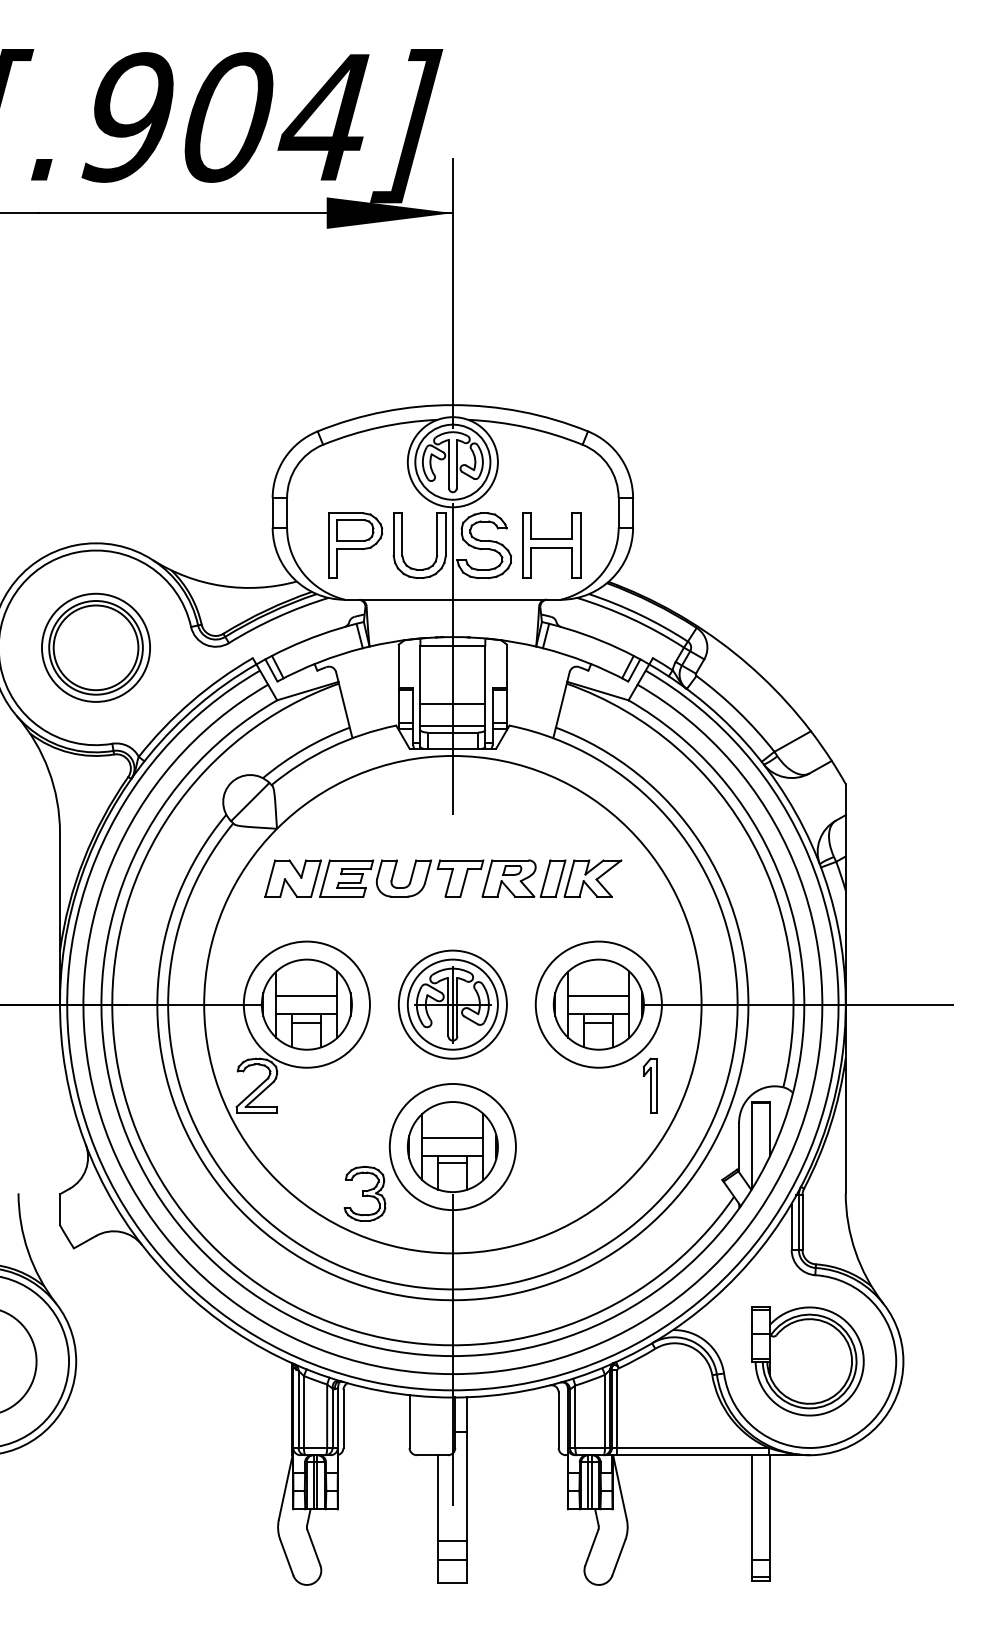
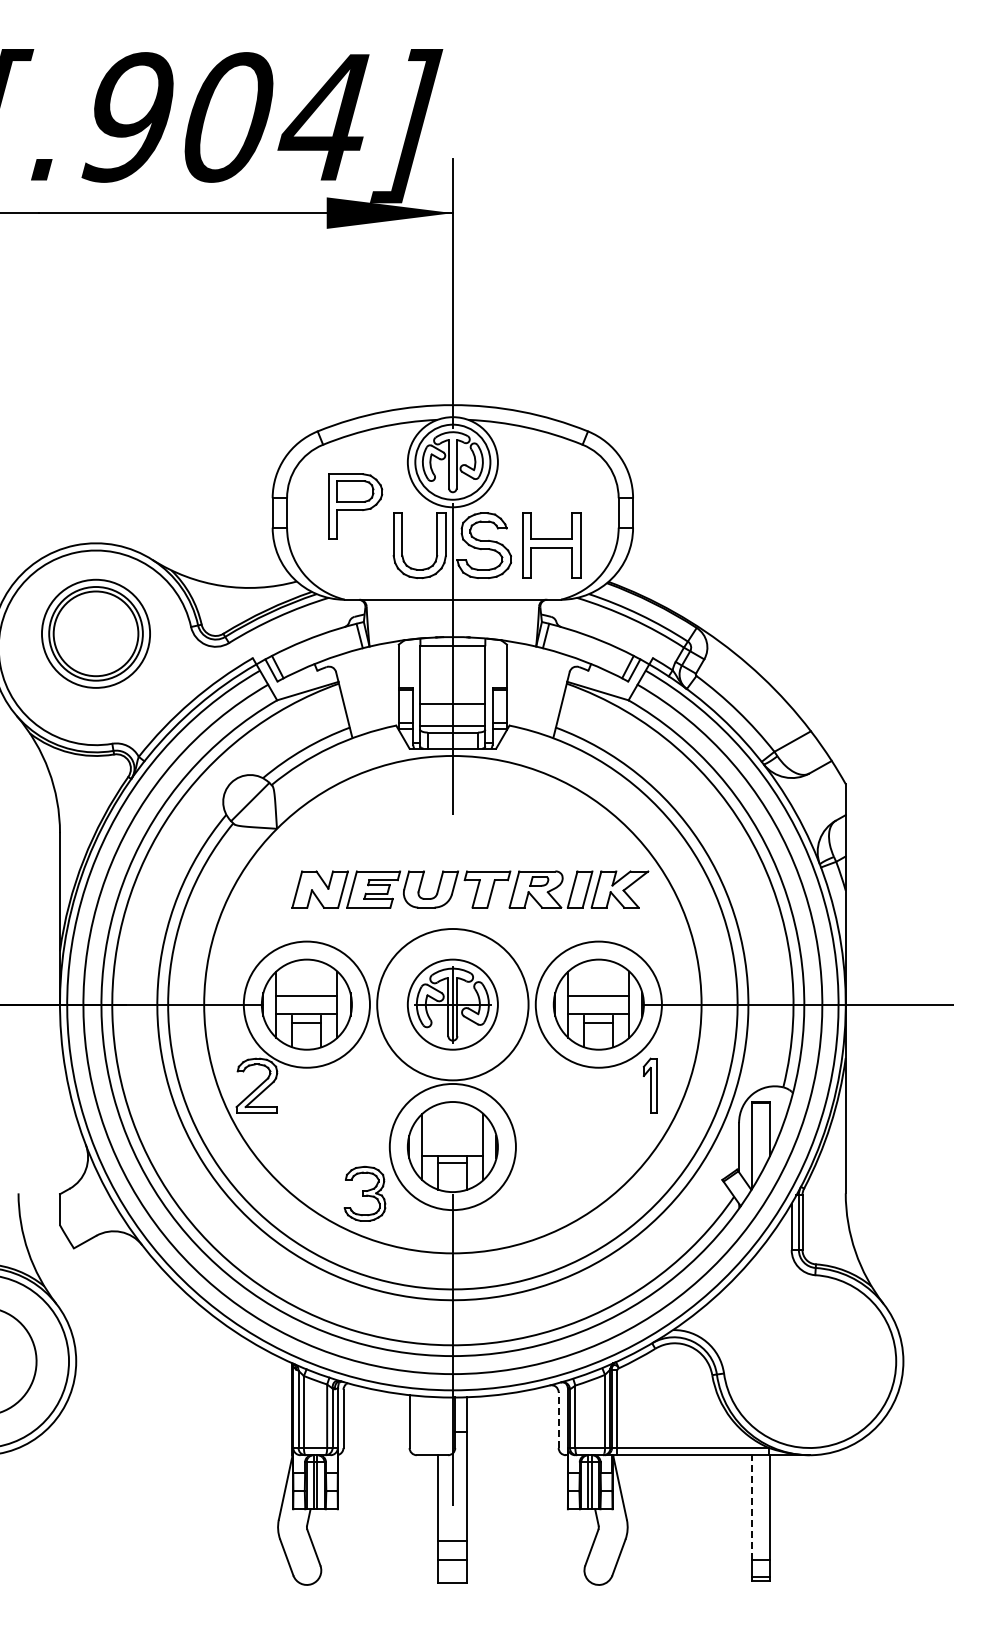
part at (355, 545) position: (355, 545) -> (355, 506)
part at (95, 647) position: (95, 647) -> (95, 633)
part at (443, 878) position: (443, 878) -> (470, 889)
circle at (452, 1004) diameter: 108 px -> 151 px
line at (452, 1138): present -> none
part at (807, 1361): present -> none
line at (558, 1420): solid -> dashed
line at (752, 1507): solid -> dashed
